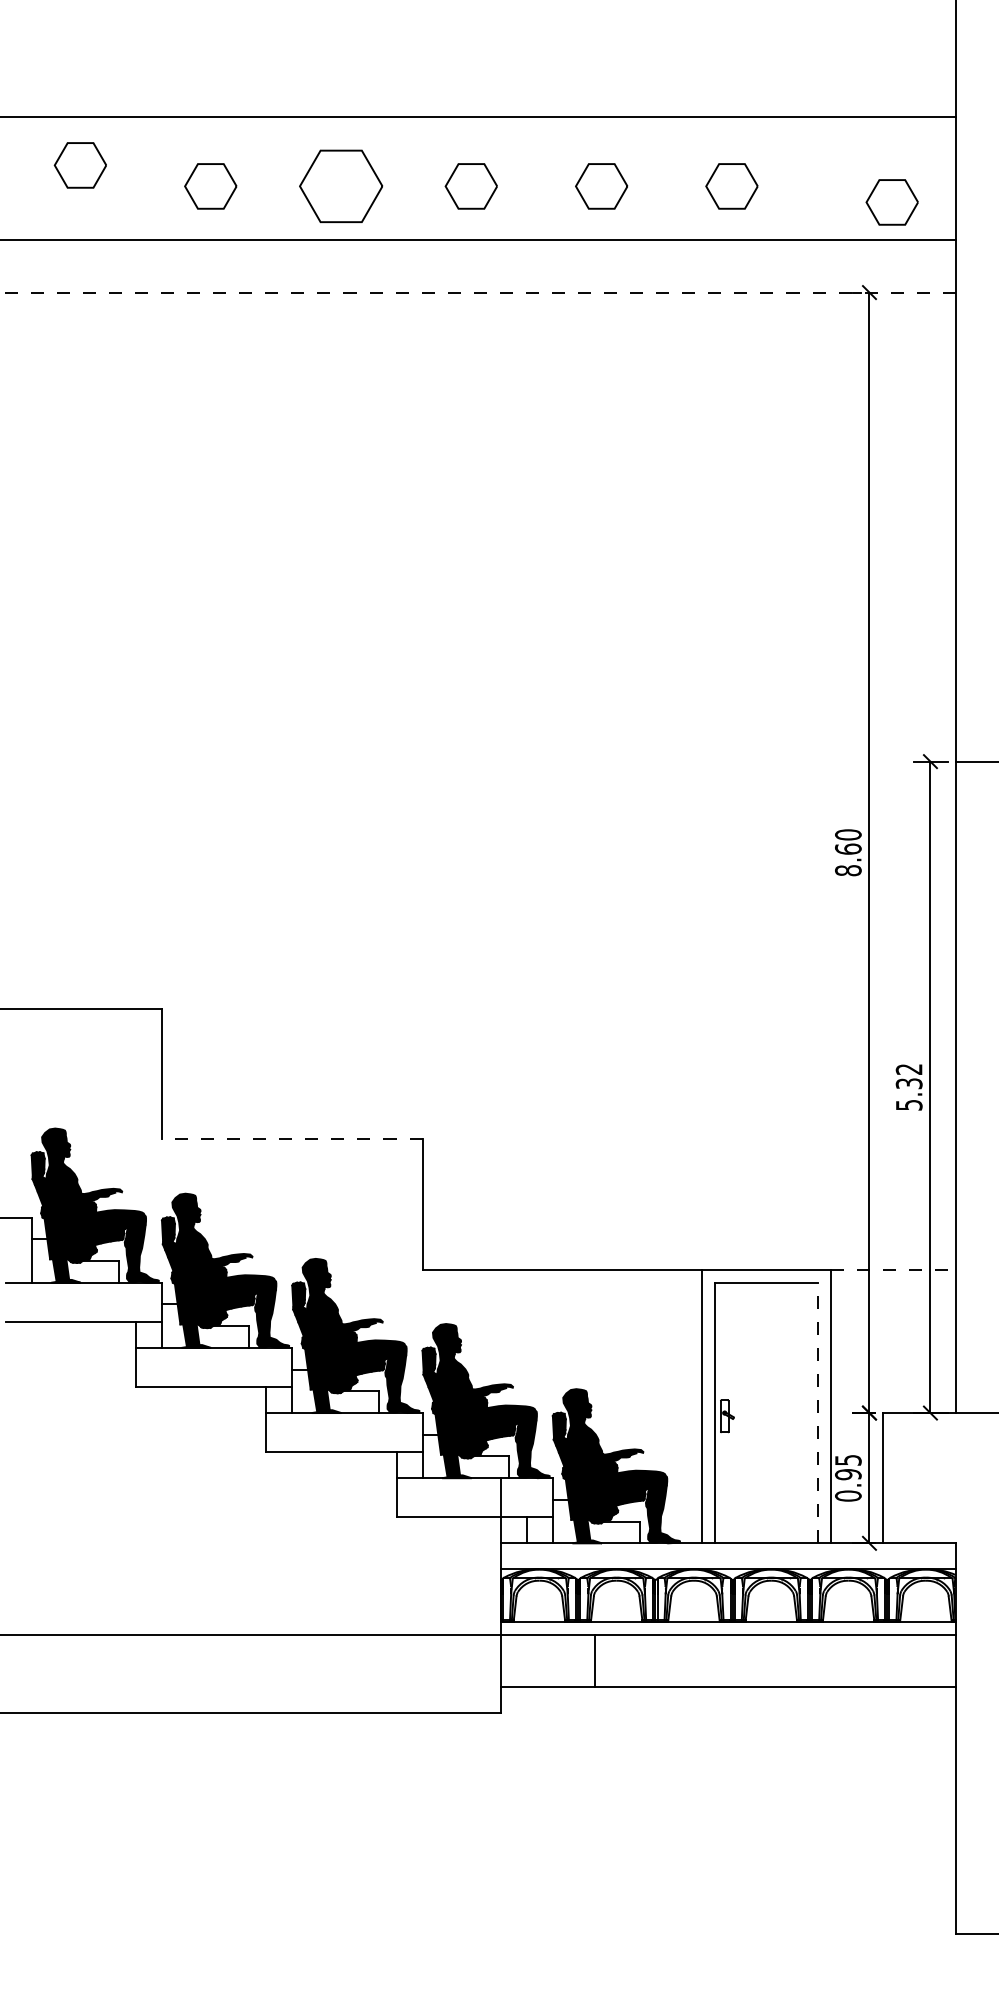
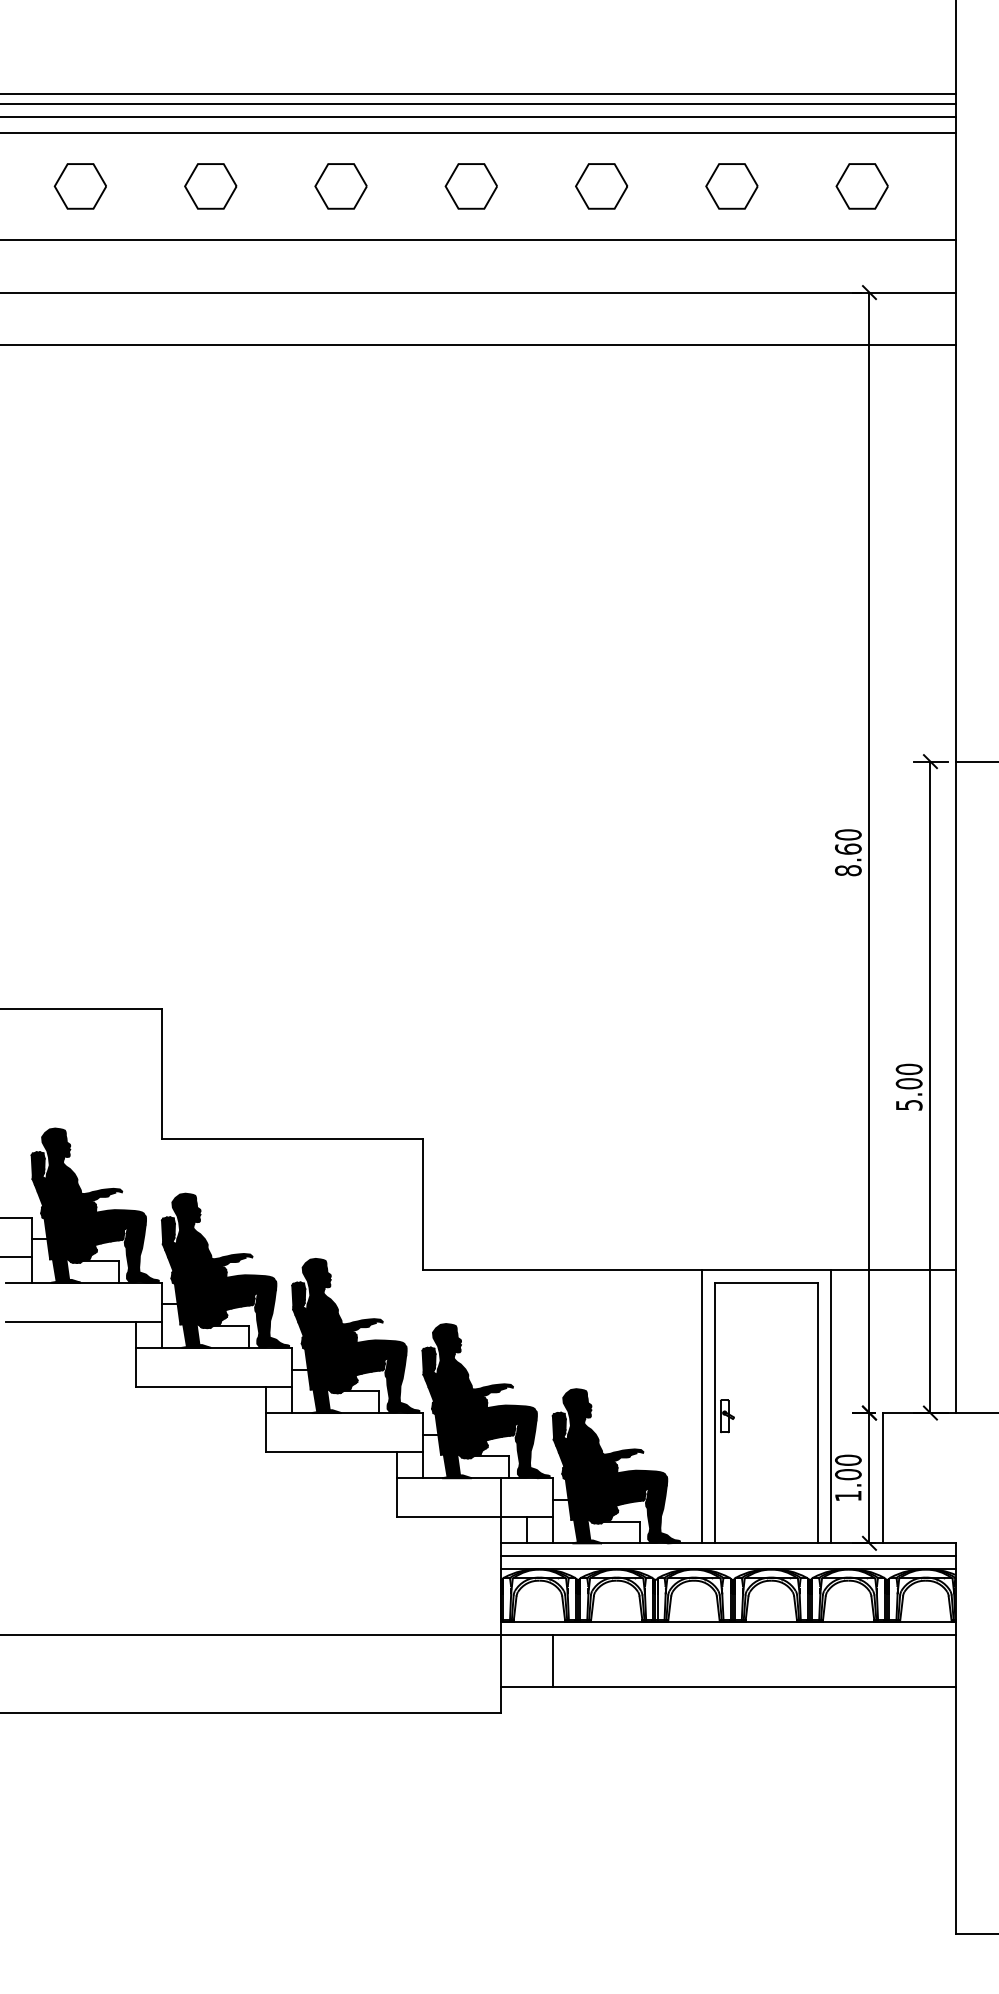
line at (478, 93): none -> present
line at (478, 104): none -> present
line at (478, 132): none -> present
part at (79, 165) position: (79, 165) -> (79, 186)
part at (341, 185) size: 85x74 px -> 54x47 px
part at (891, 202) position: (891, 202) -> (861, 186)
line at (477, 292): dashed -> solid
line at (478, 344): none -> present
text at (908, 1076): 5.32 -> 5.00
line at (291, 1139): dashed -> solid
line at (16, 1256): none -> present
line at (894, 1269): dashed -> solid
line at (818, 1412): dashed -> solid
text at (848, 1477): 0.95 -> 1.00
line at (727, 1556): none -> present
line at (594, 1660) position: (594, 1660) -> (552, 1660)
